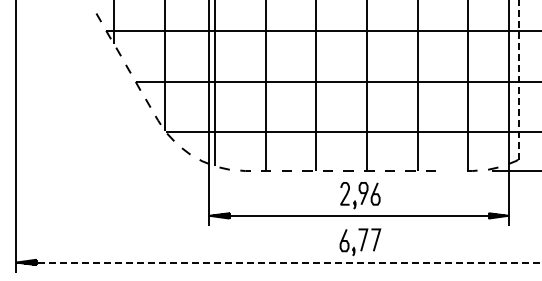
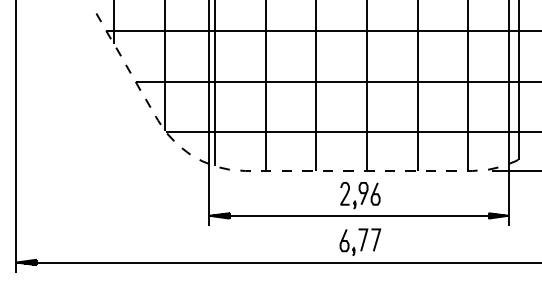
line at (518, 79): dashed -> solid
line at (451, 170): none -> present
line at (279, 262): dashed -> solid
